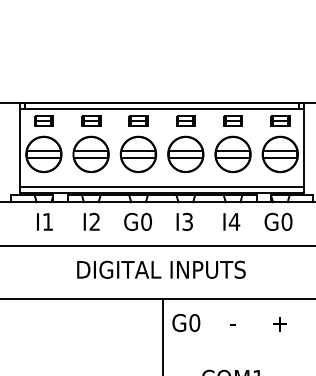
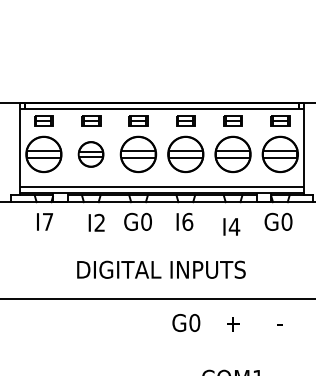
part at (90, 154) size: 38x39 px -> 28x27 px
text at (48, 221): I1 -> I7
text at (91, 221) position: (91, 221) -> (96, 222)
text at (187, 221): I3 -> I6
text at (231, 221) position: (231, 221) -> (231, 226)
line at (157, 246): present -> none
text at (233, 324): - -> +
text at (279, 324): + -> -
line at (163, 335): present -> none
